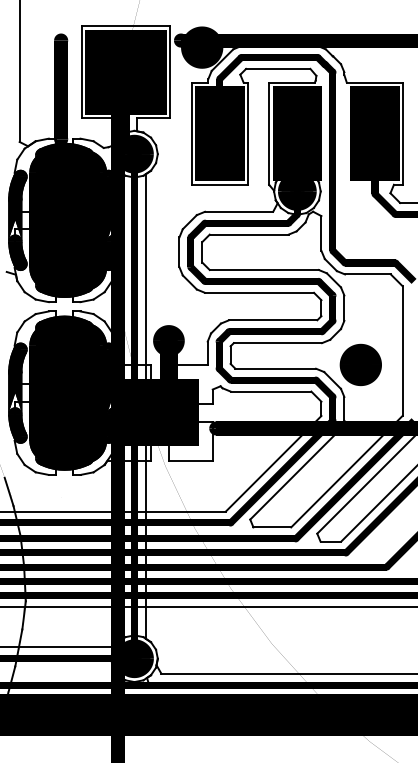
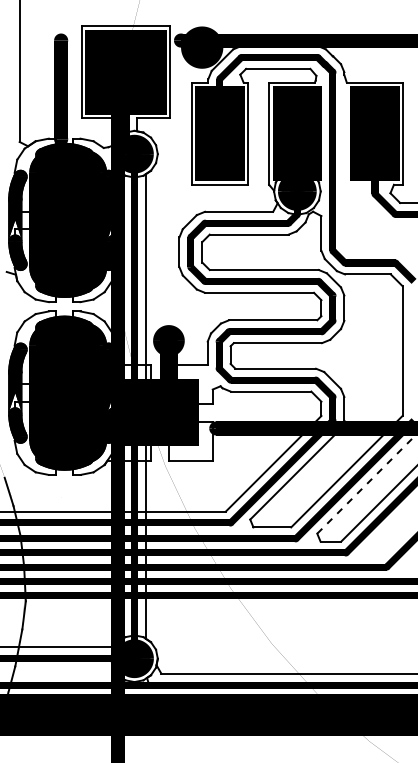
part at (360, 364): present -> none
line at (367, 483): solid -> dashed
line at (208, 606): present -> none
